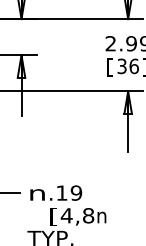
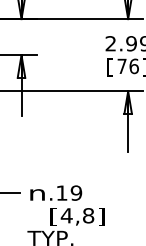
text at (121, 66): 36 -> 76
text at (101, 216): n -> ]
